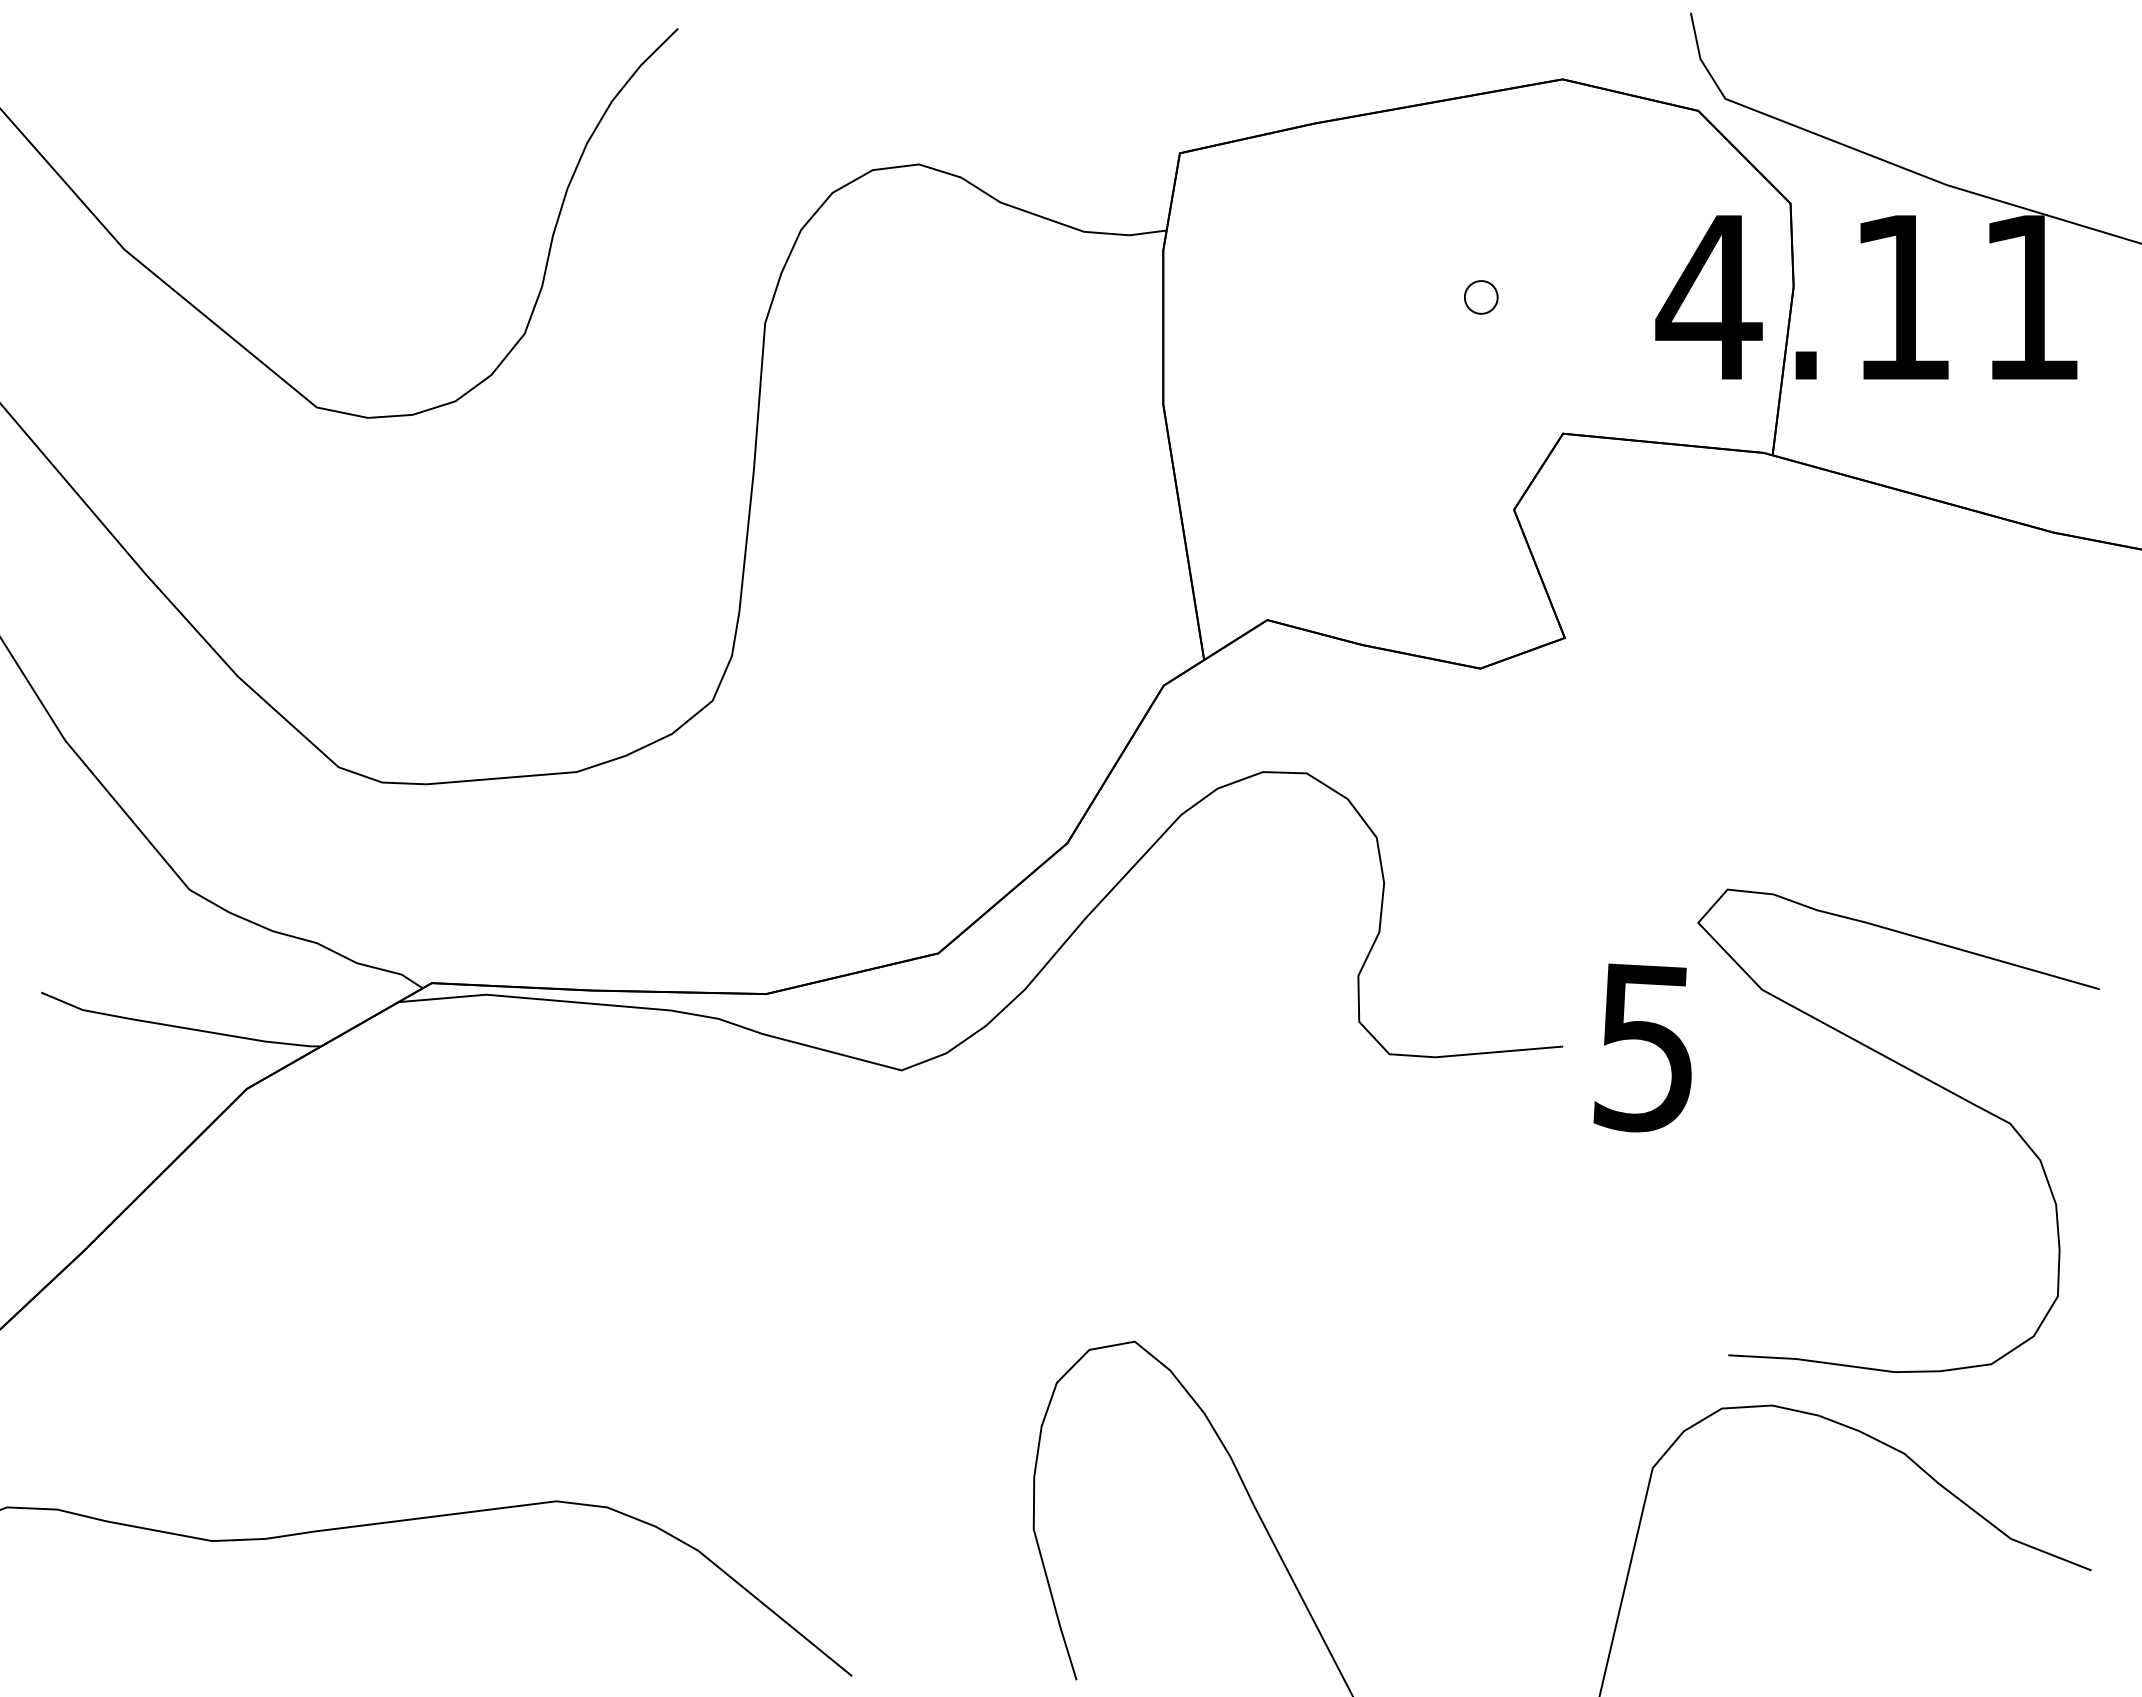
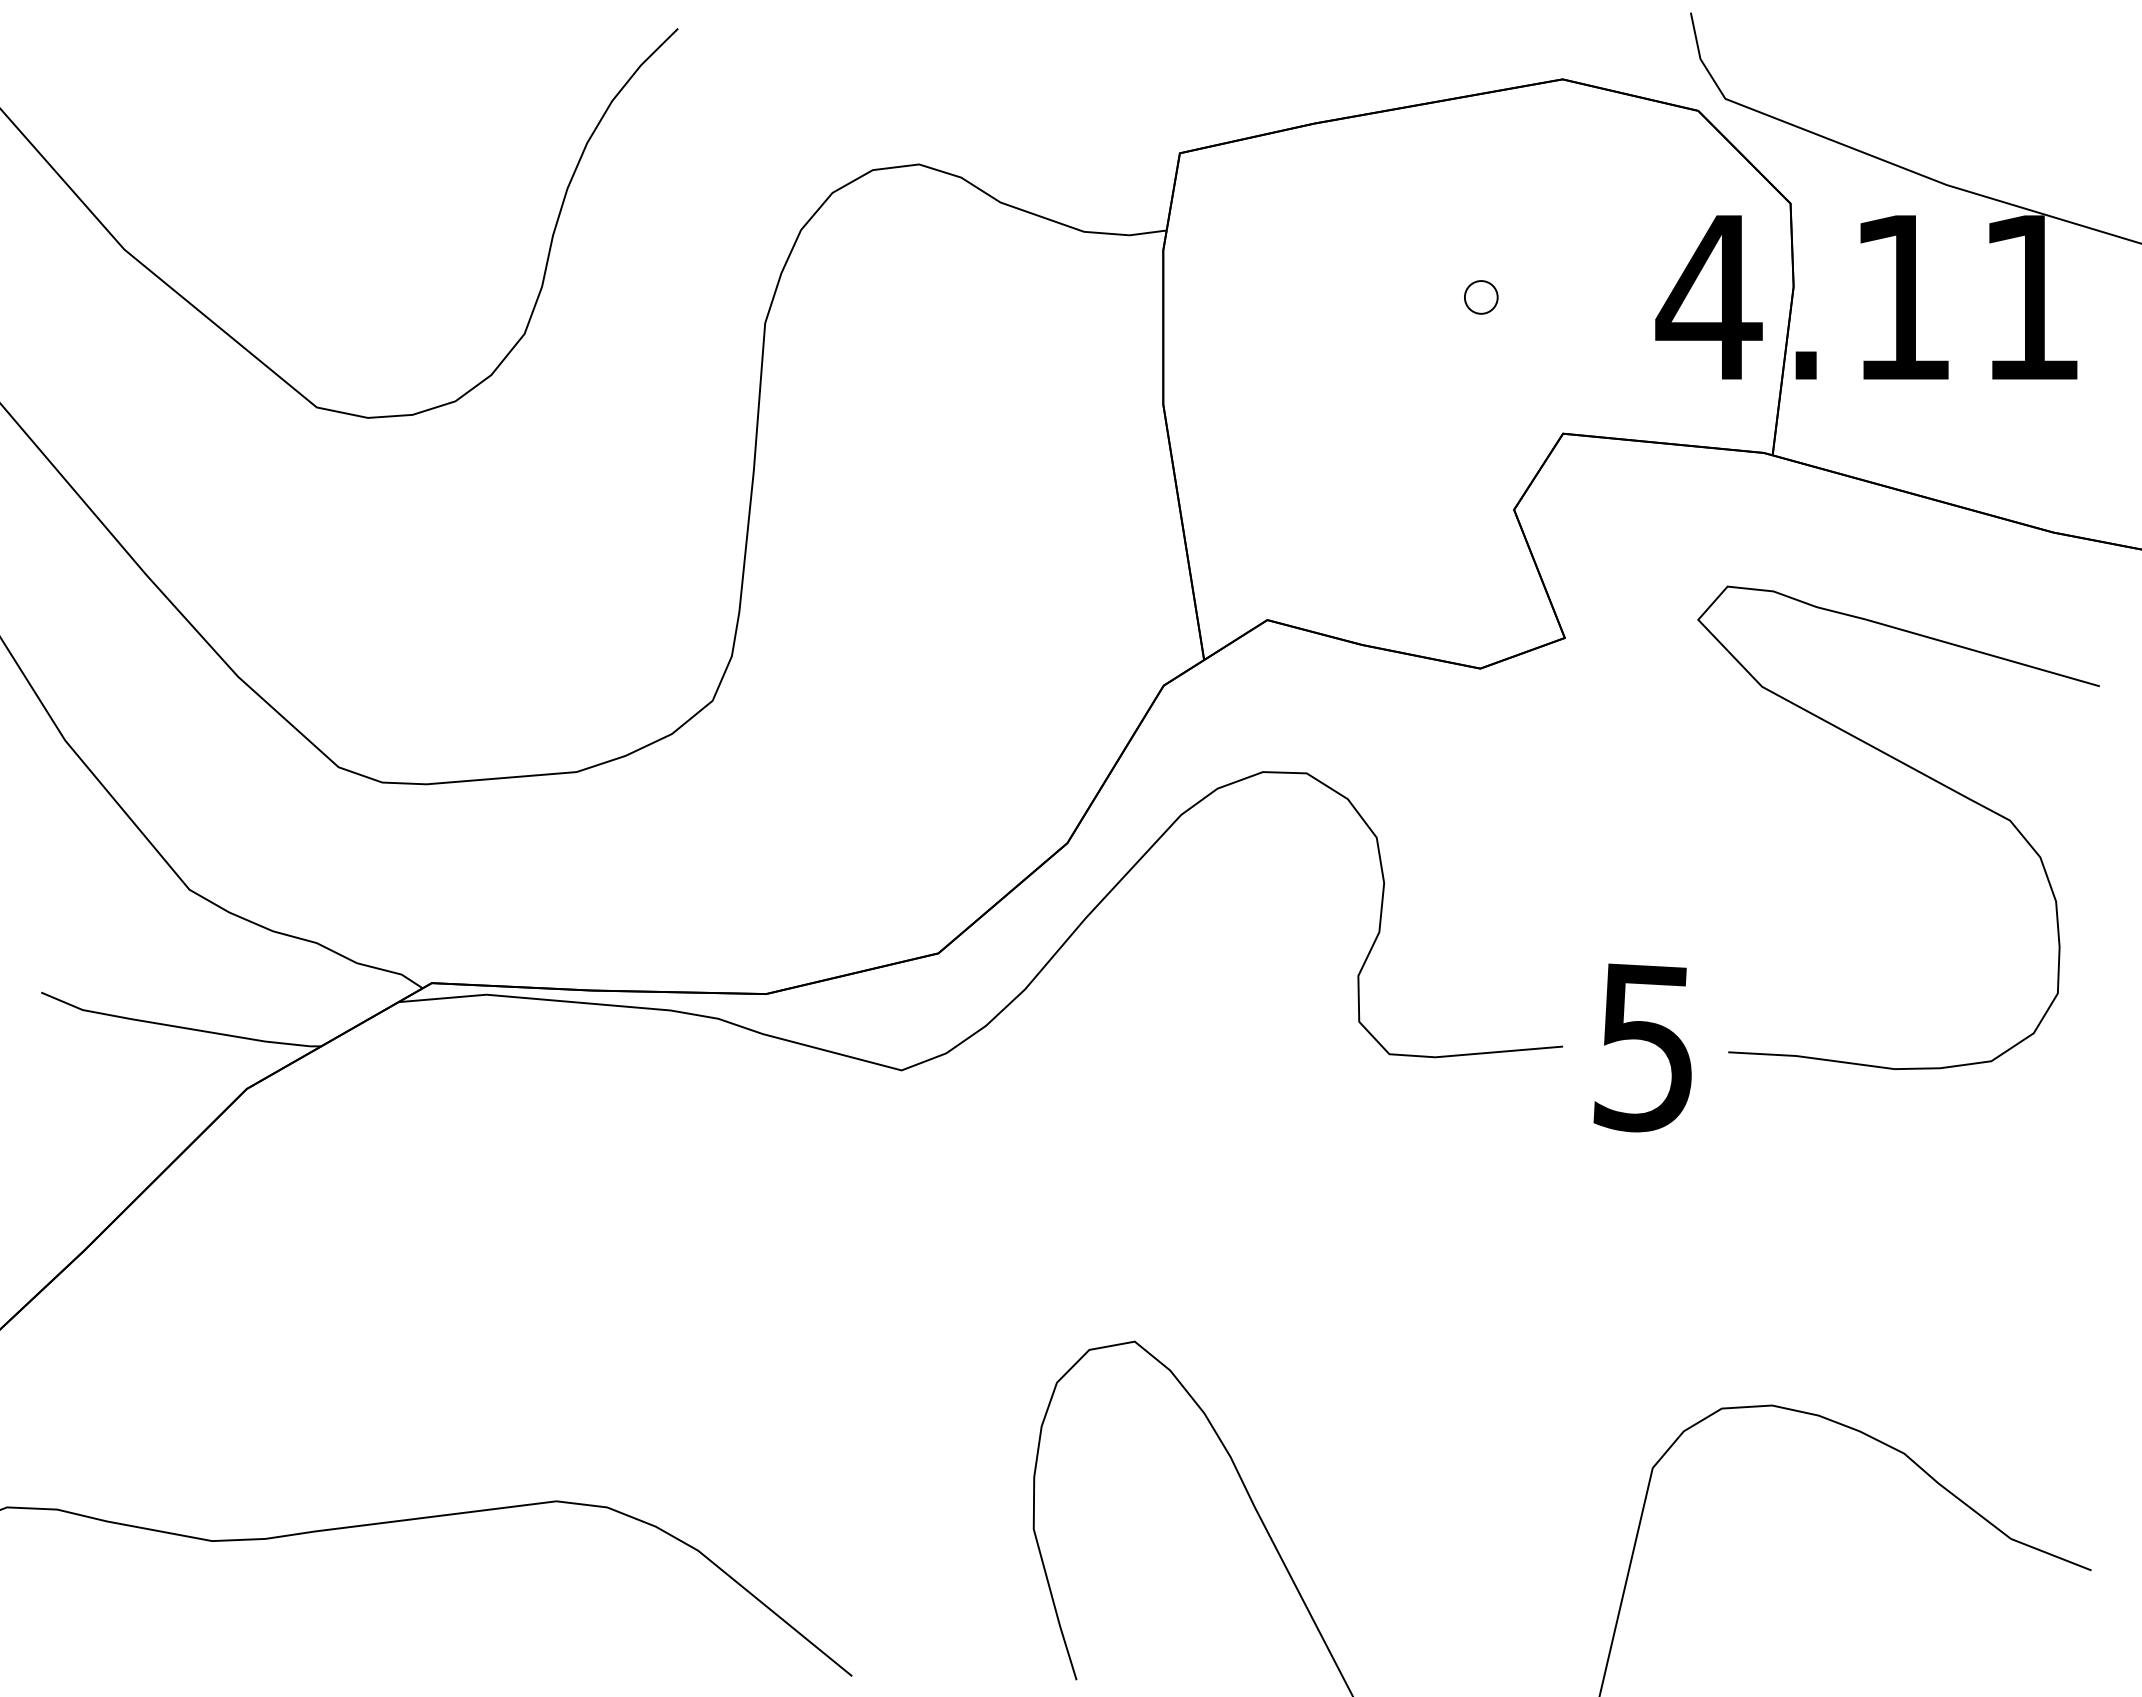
curve at (1923, 1078) position: (1923, 1078) -> (1923, 775)
